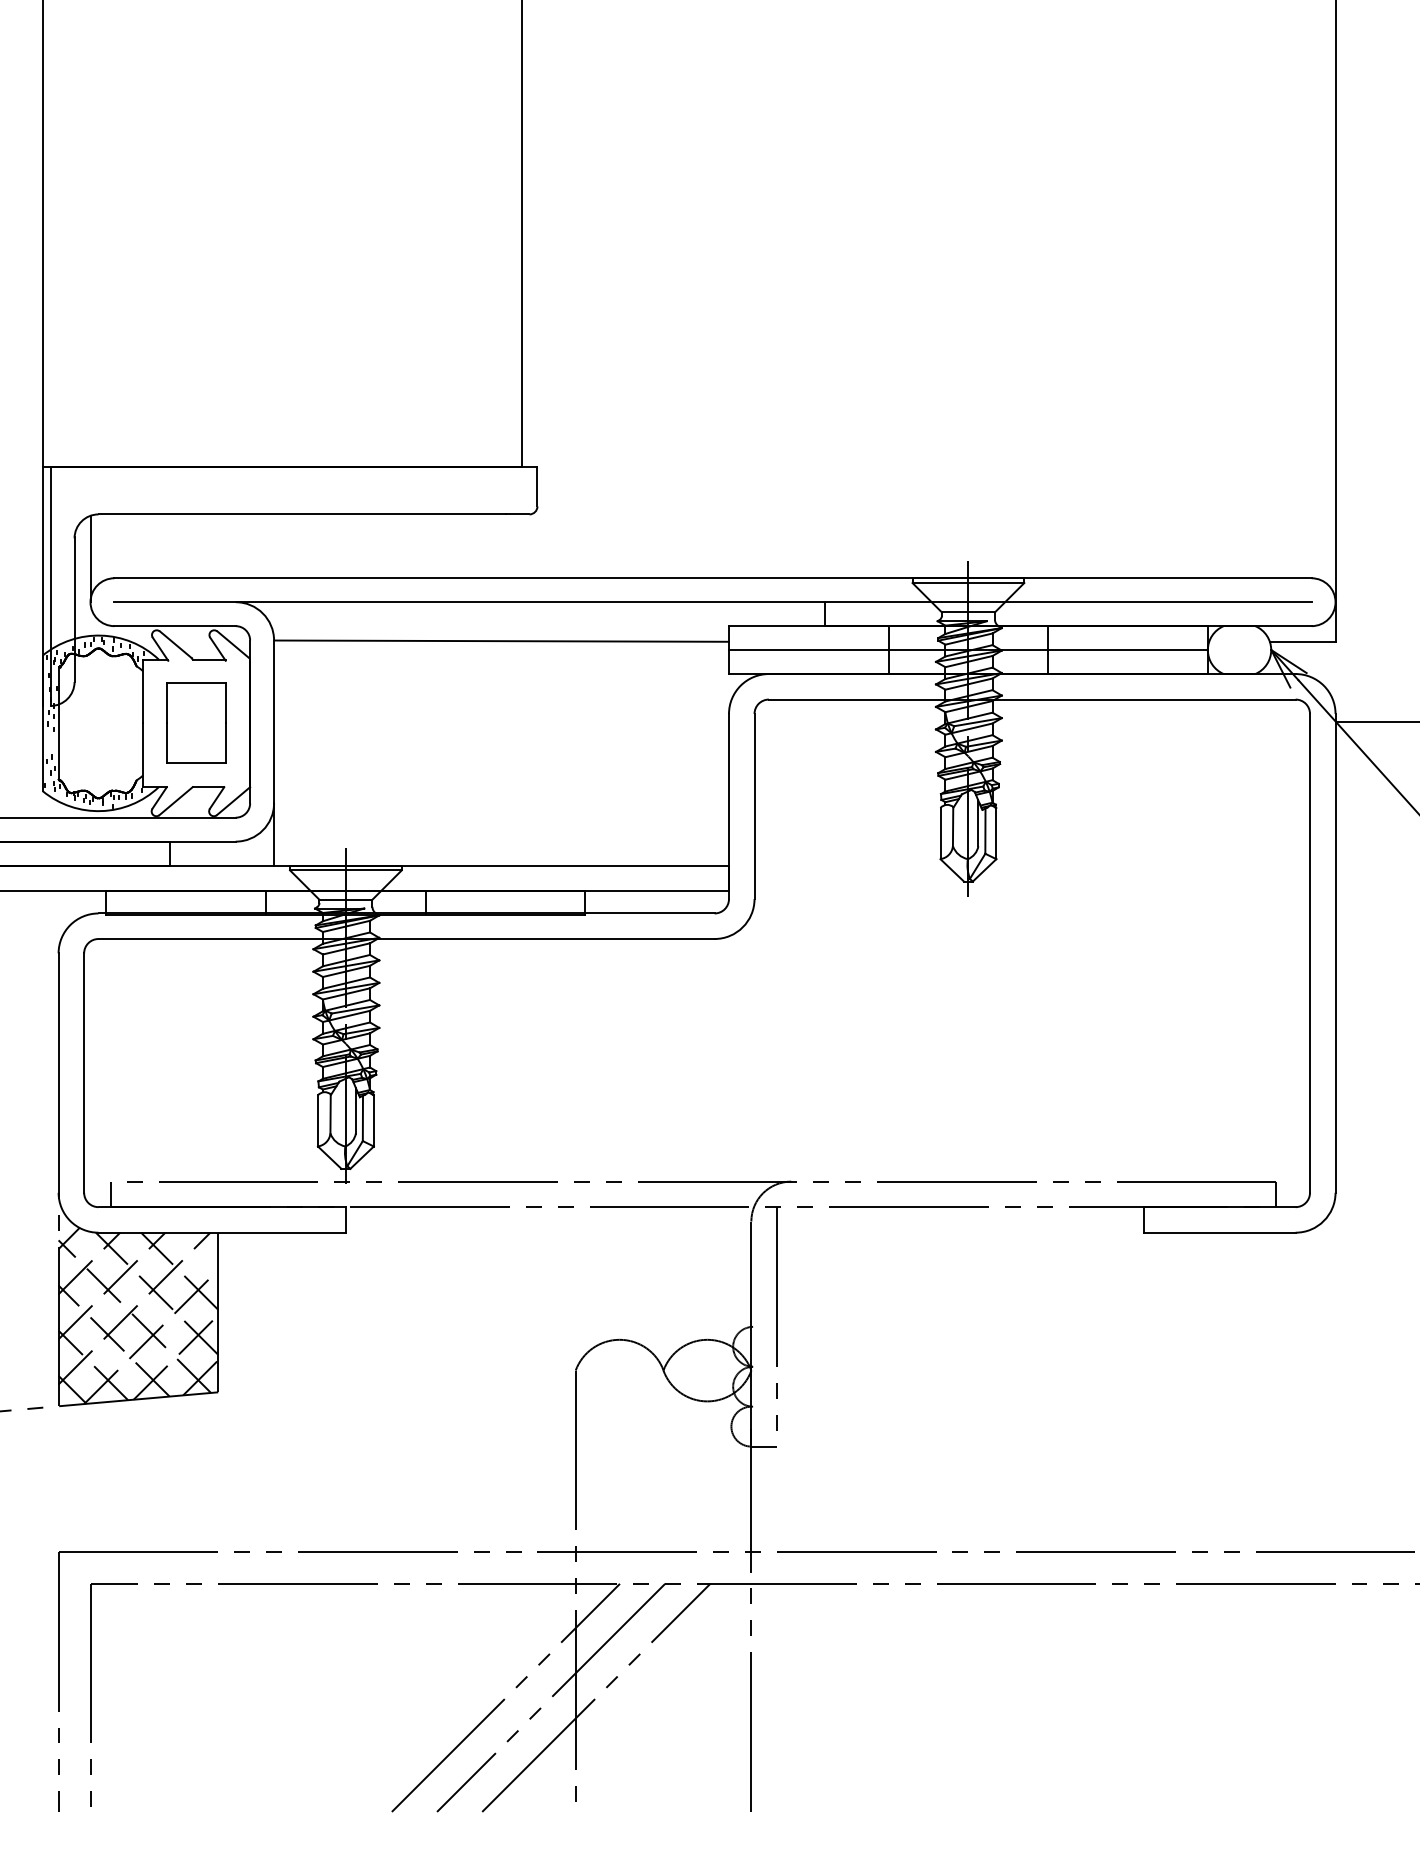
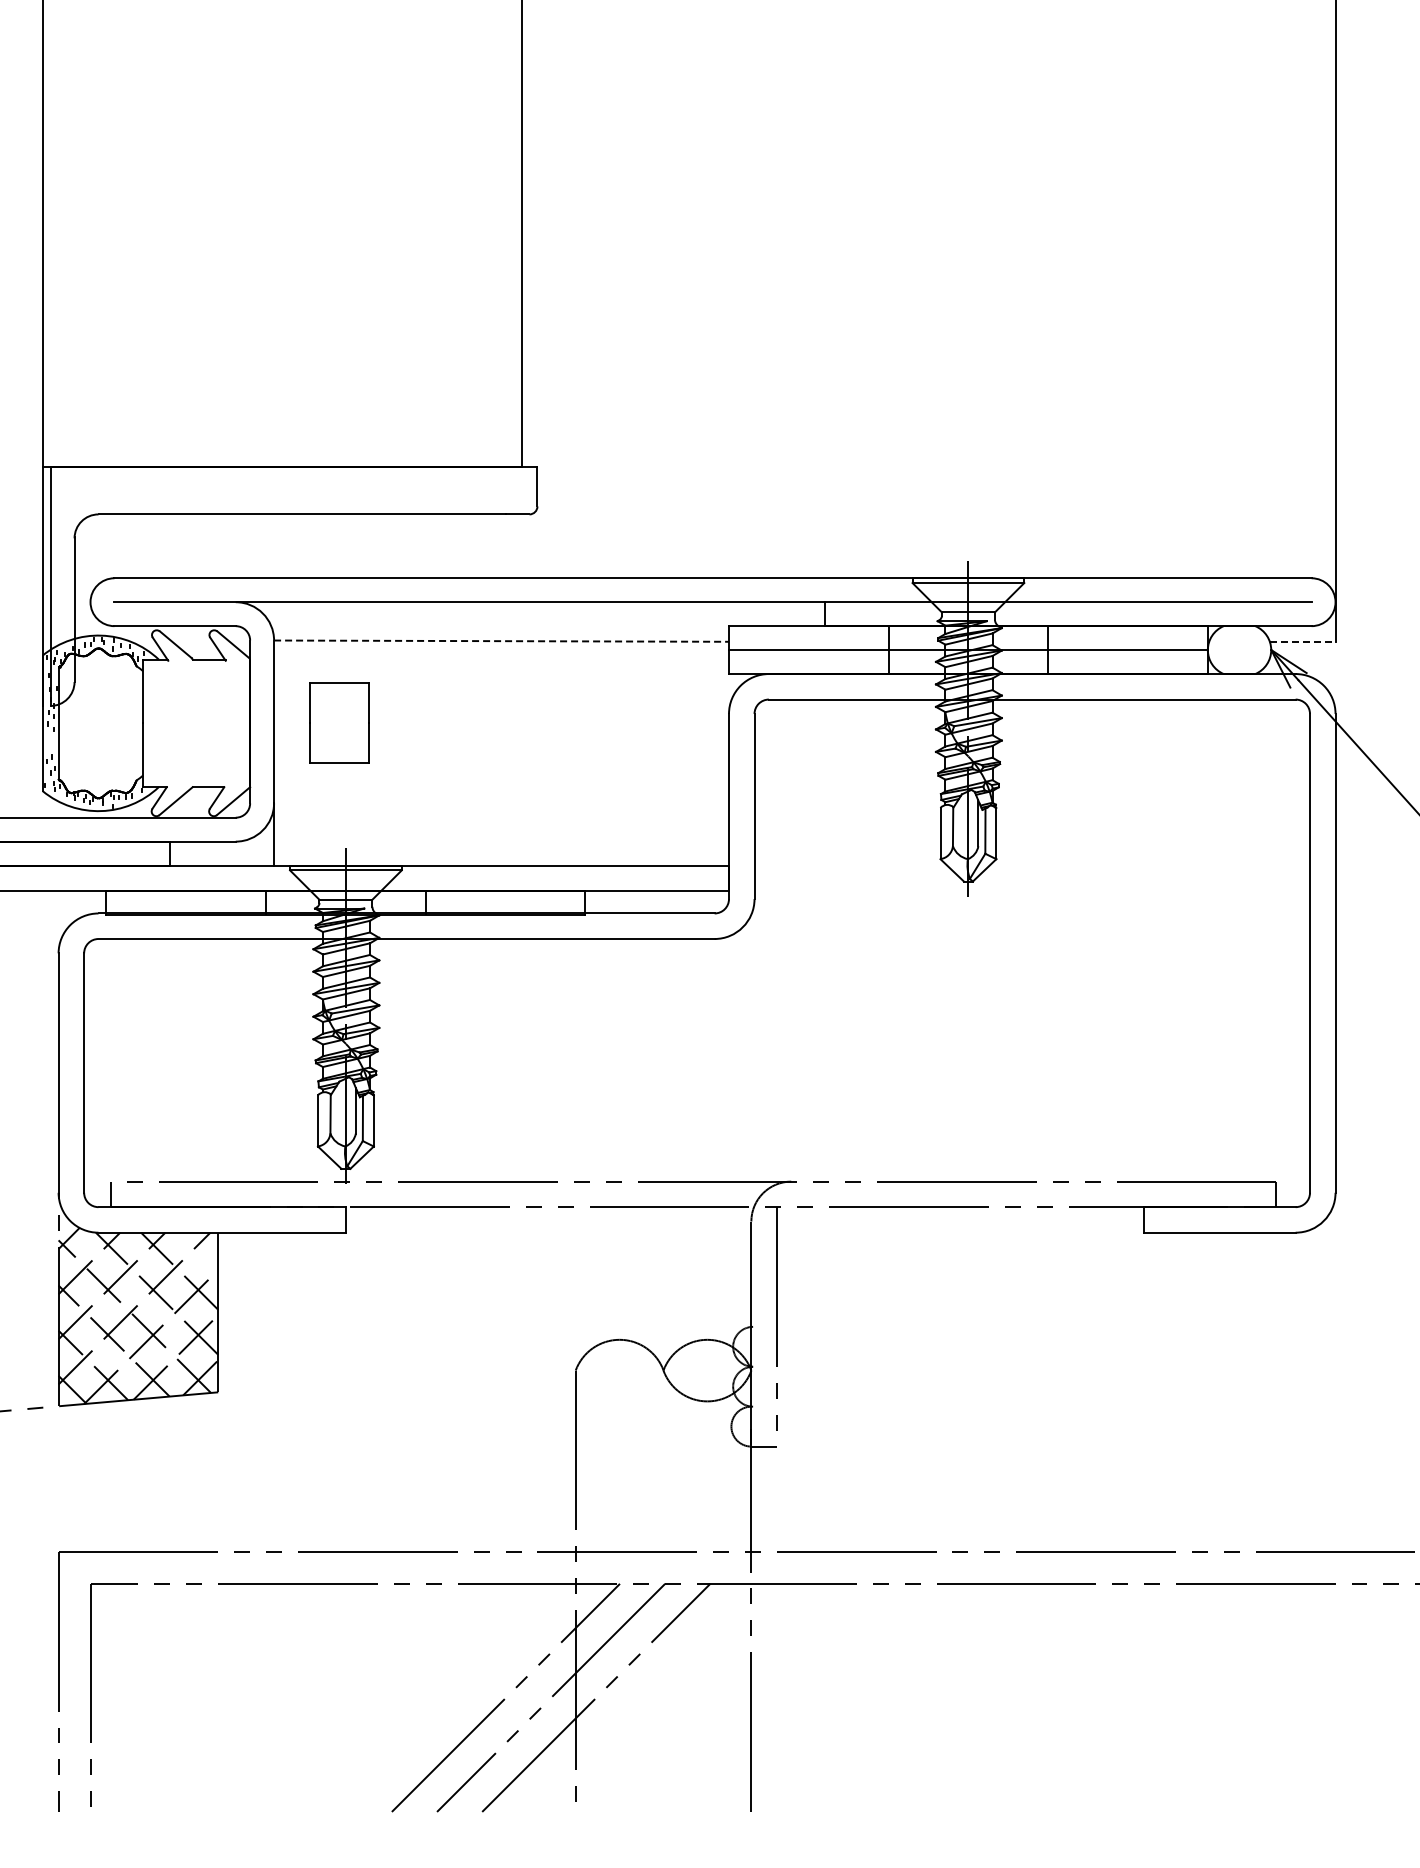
line at (90, 558): present -> none
line at (502, 641): solid -> dashed
line at (1302, 642): solid -> dashed
line at (1375, 721): present -> none
part at (196, 722) position: (196, 722) -> (339, 722)
